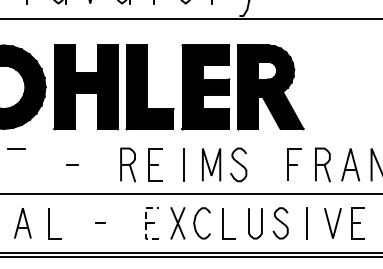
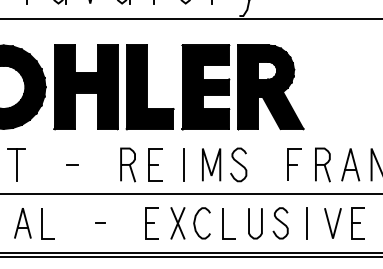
line at (16, 164): none -> present
line at (145, 222): dashed -> solid
line at (49, 223) position: (49, 223) -> (42, 223)
